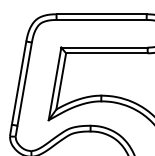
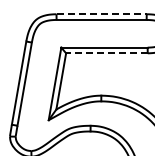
line at (102, 14): solid -> dashed
line at (106, 53): solid -> dashed
